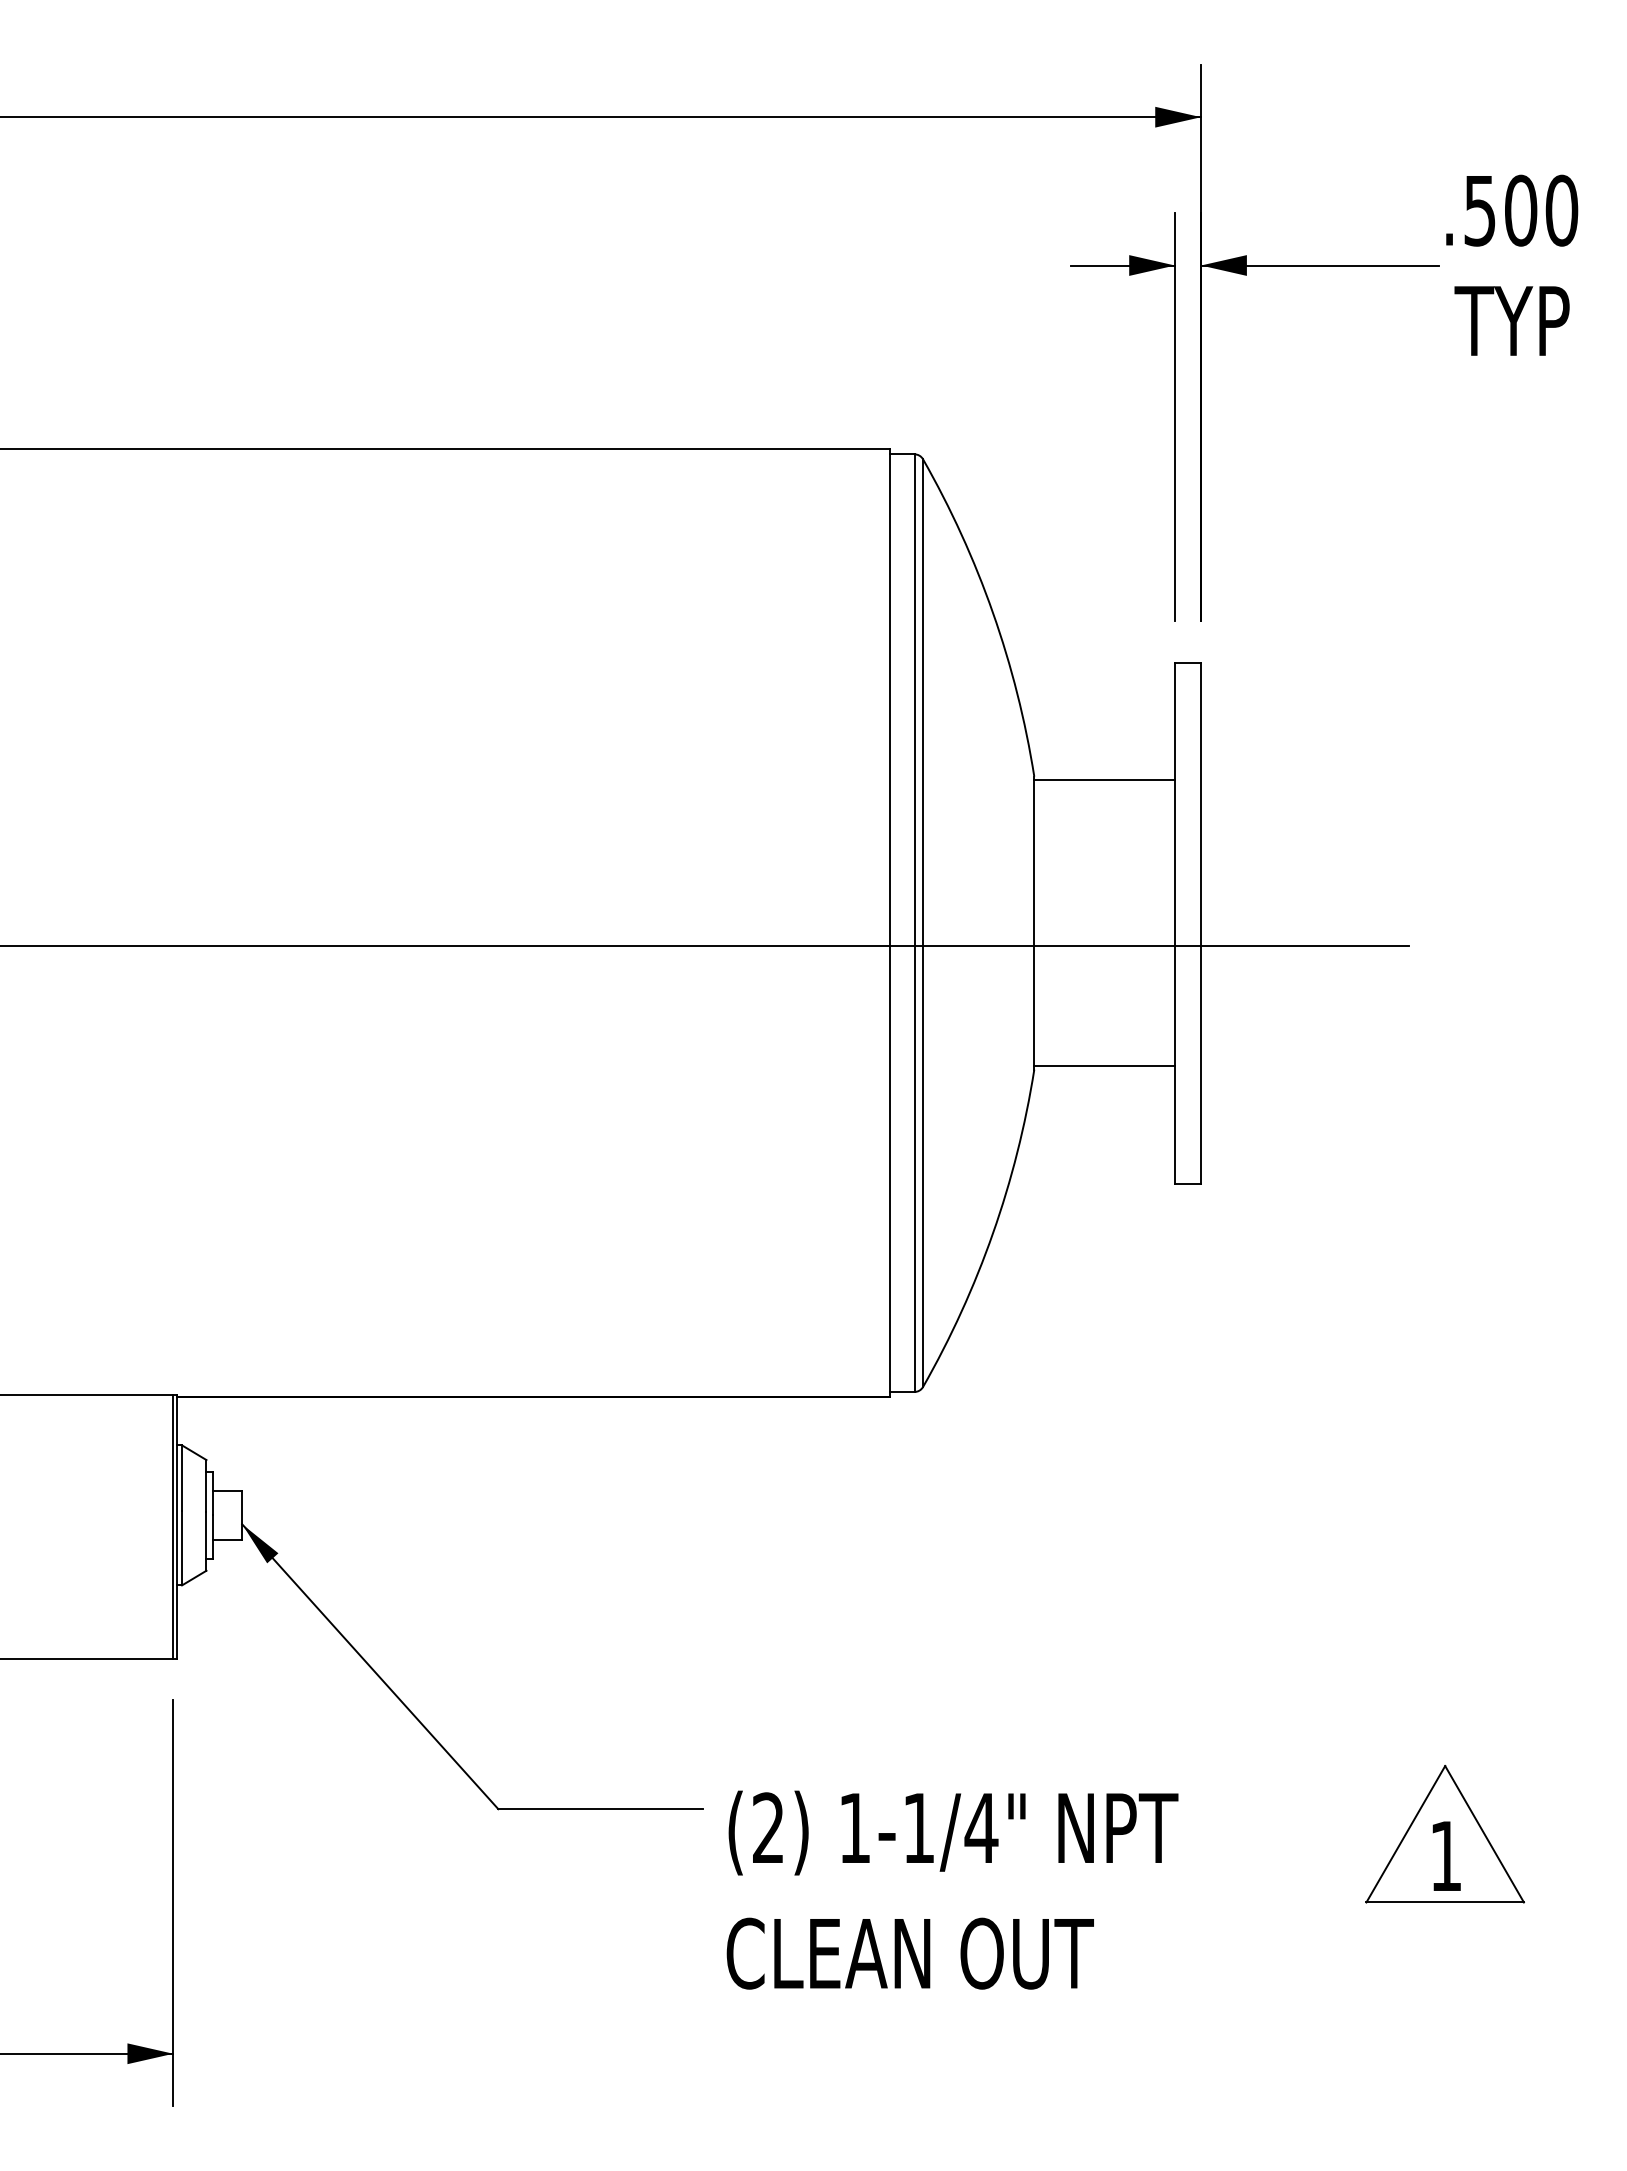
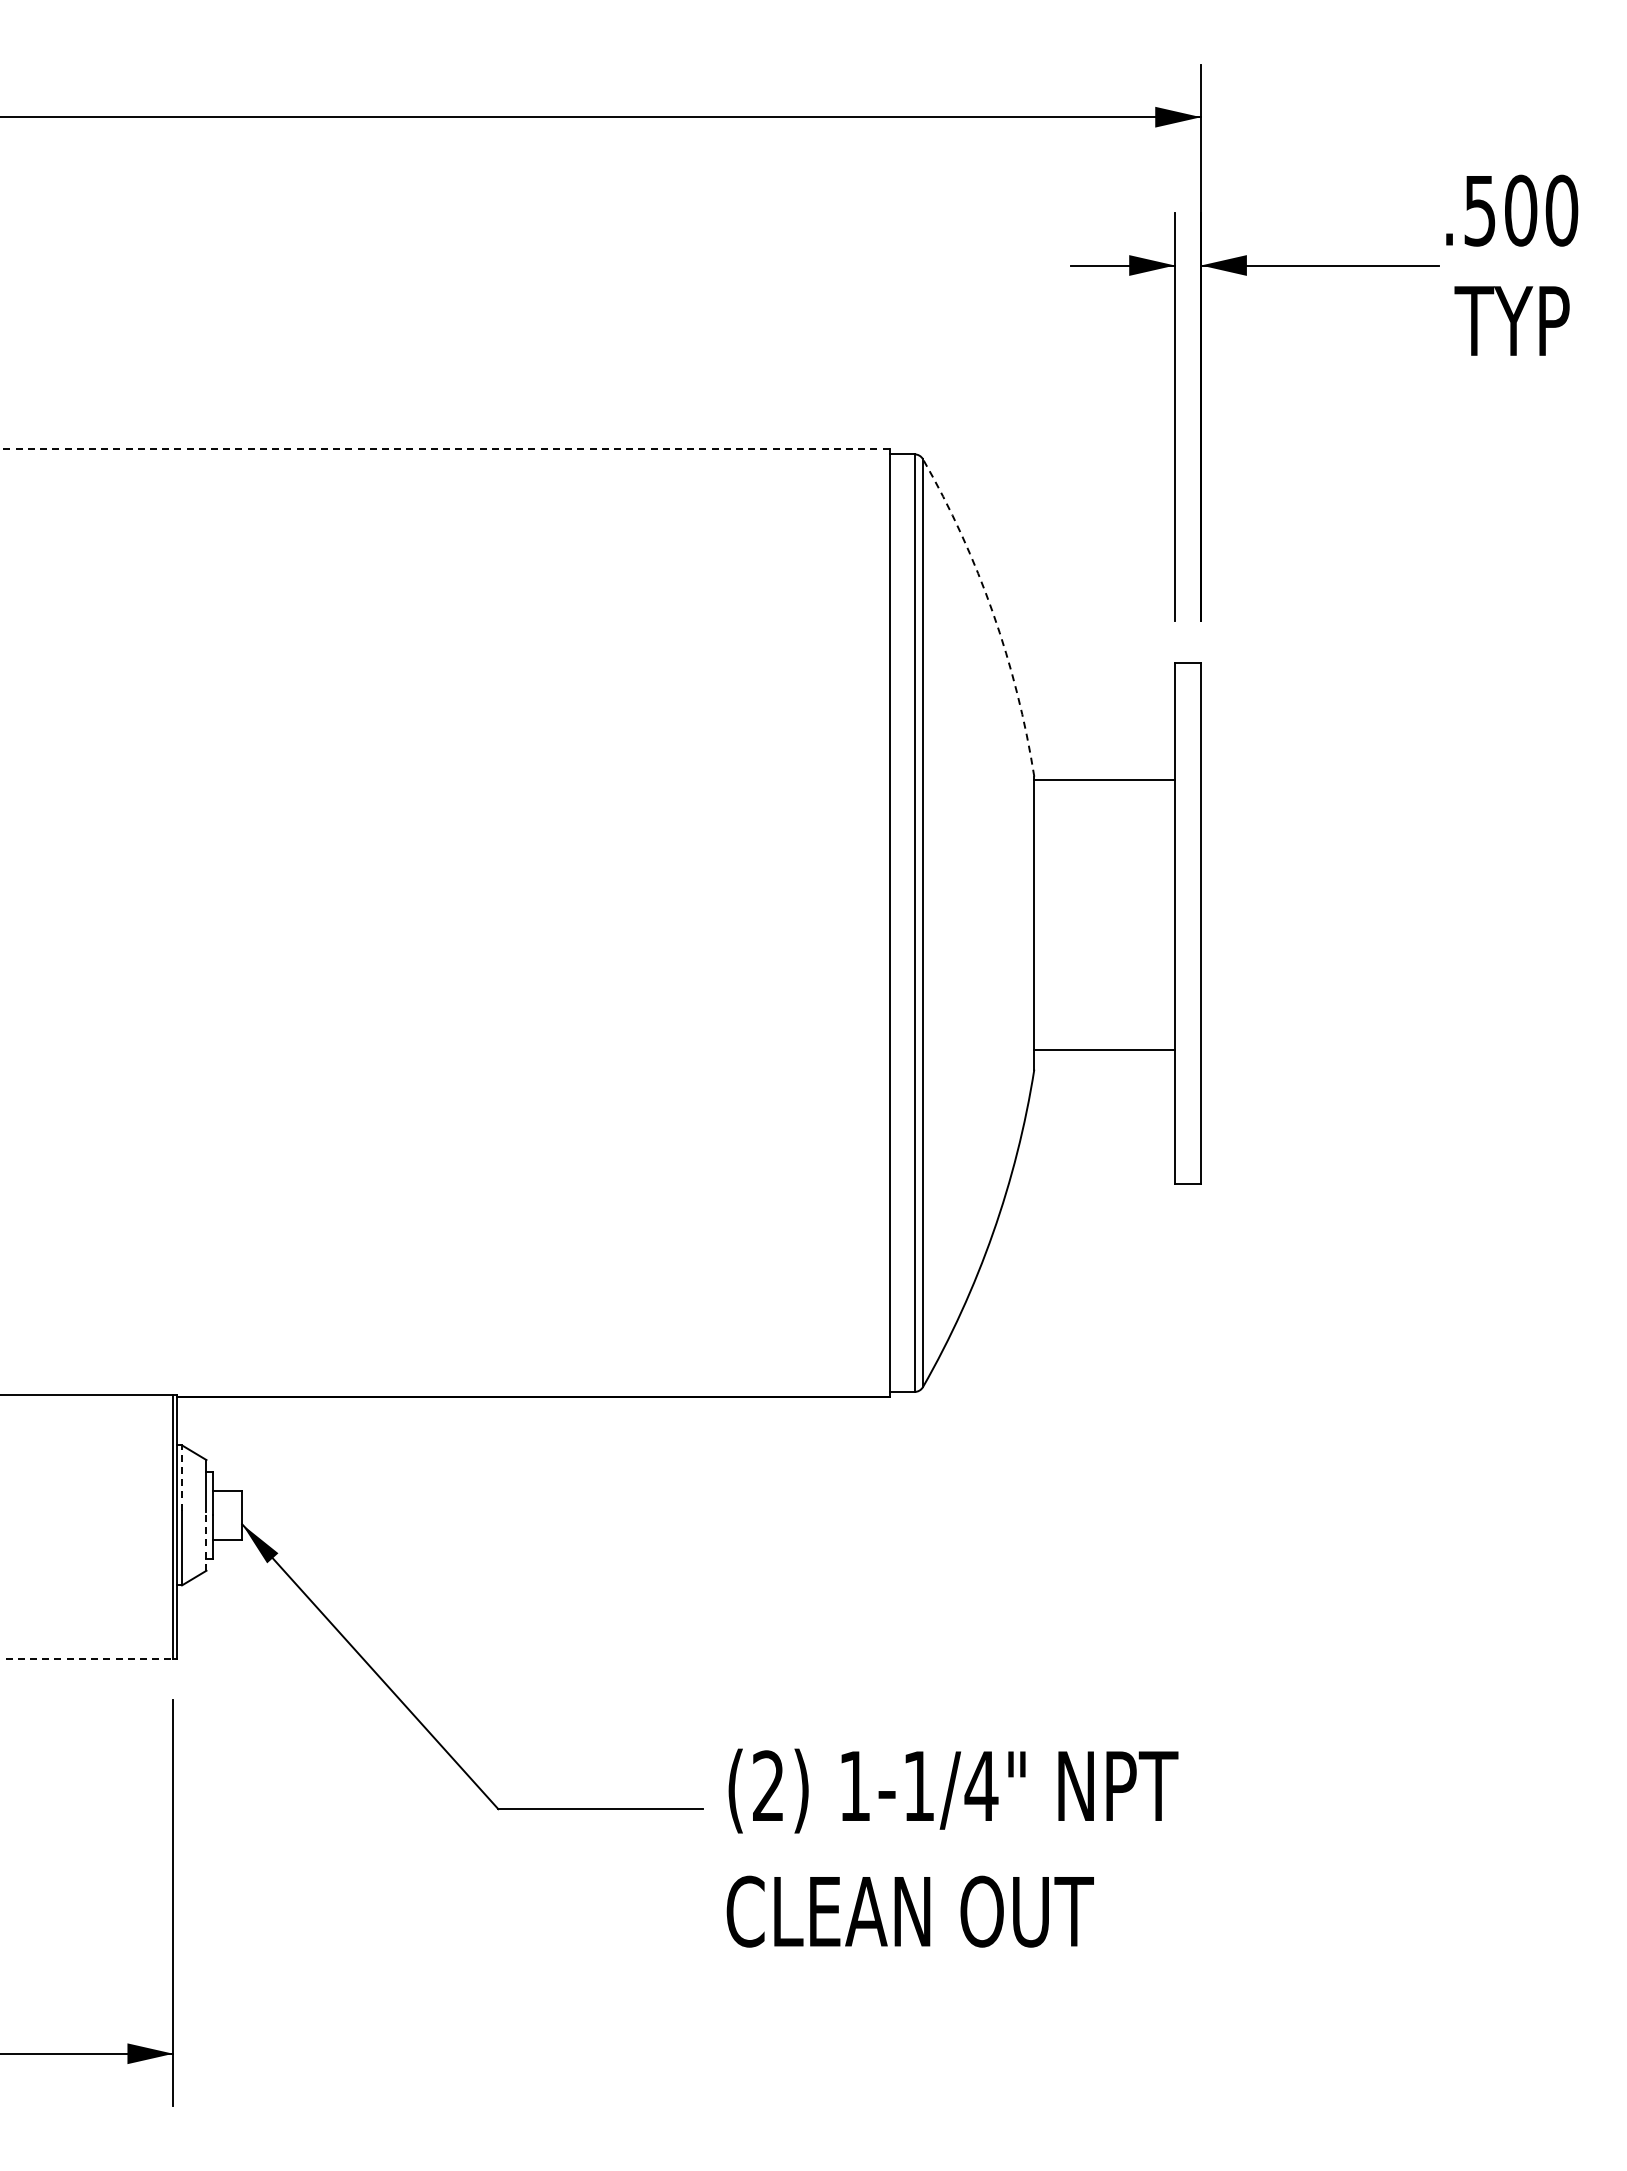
line at (444, 449): solid -> dashed
arc at (993, 612): solid -> dashed
line at (705, 946): present -> none
line at (1104, 1066) position: (1104, 1066) -> (1104, 1050)
line at (182, 1477): solid -> dashed
line at (206, 1541): solid -> dashed
line at (87, 1658): solid -> dashed
part at (1444, 1833): present -> none
text at (952, 1889) position: (952, 1889) -> (952, 1847)
